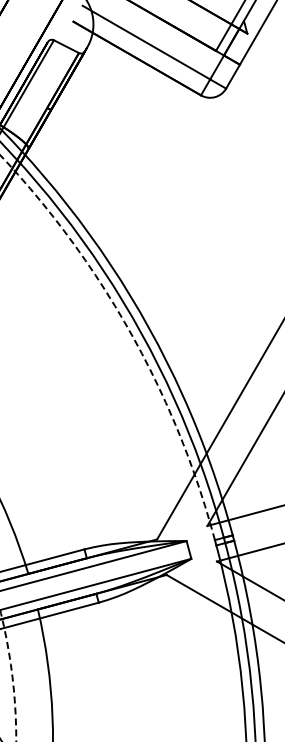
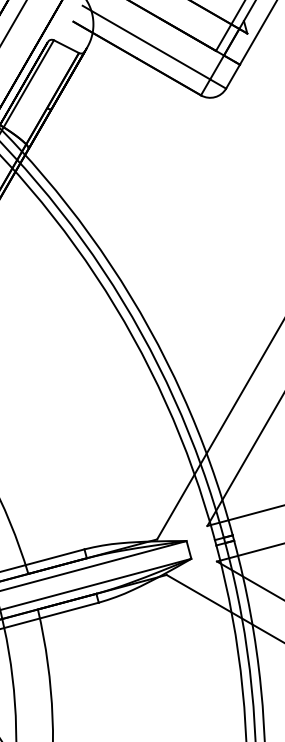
line at (13, 22): none -> present
arc at (130, 333): dashed -> solid
arc at (12, 675): dashed -> solid
